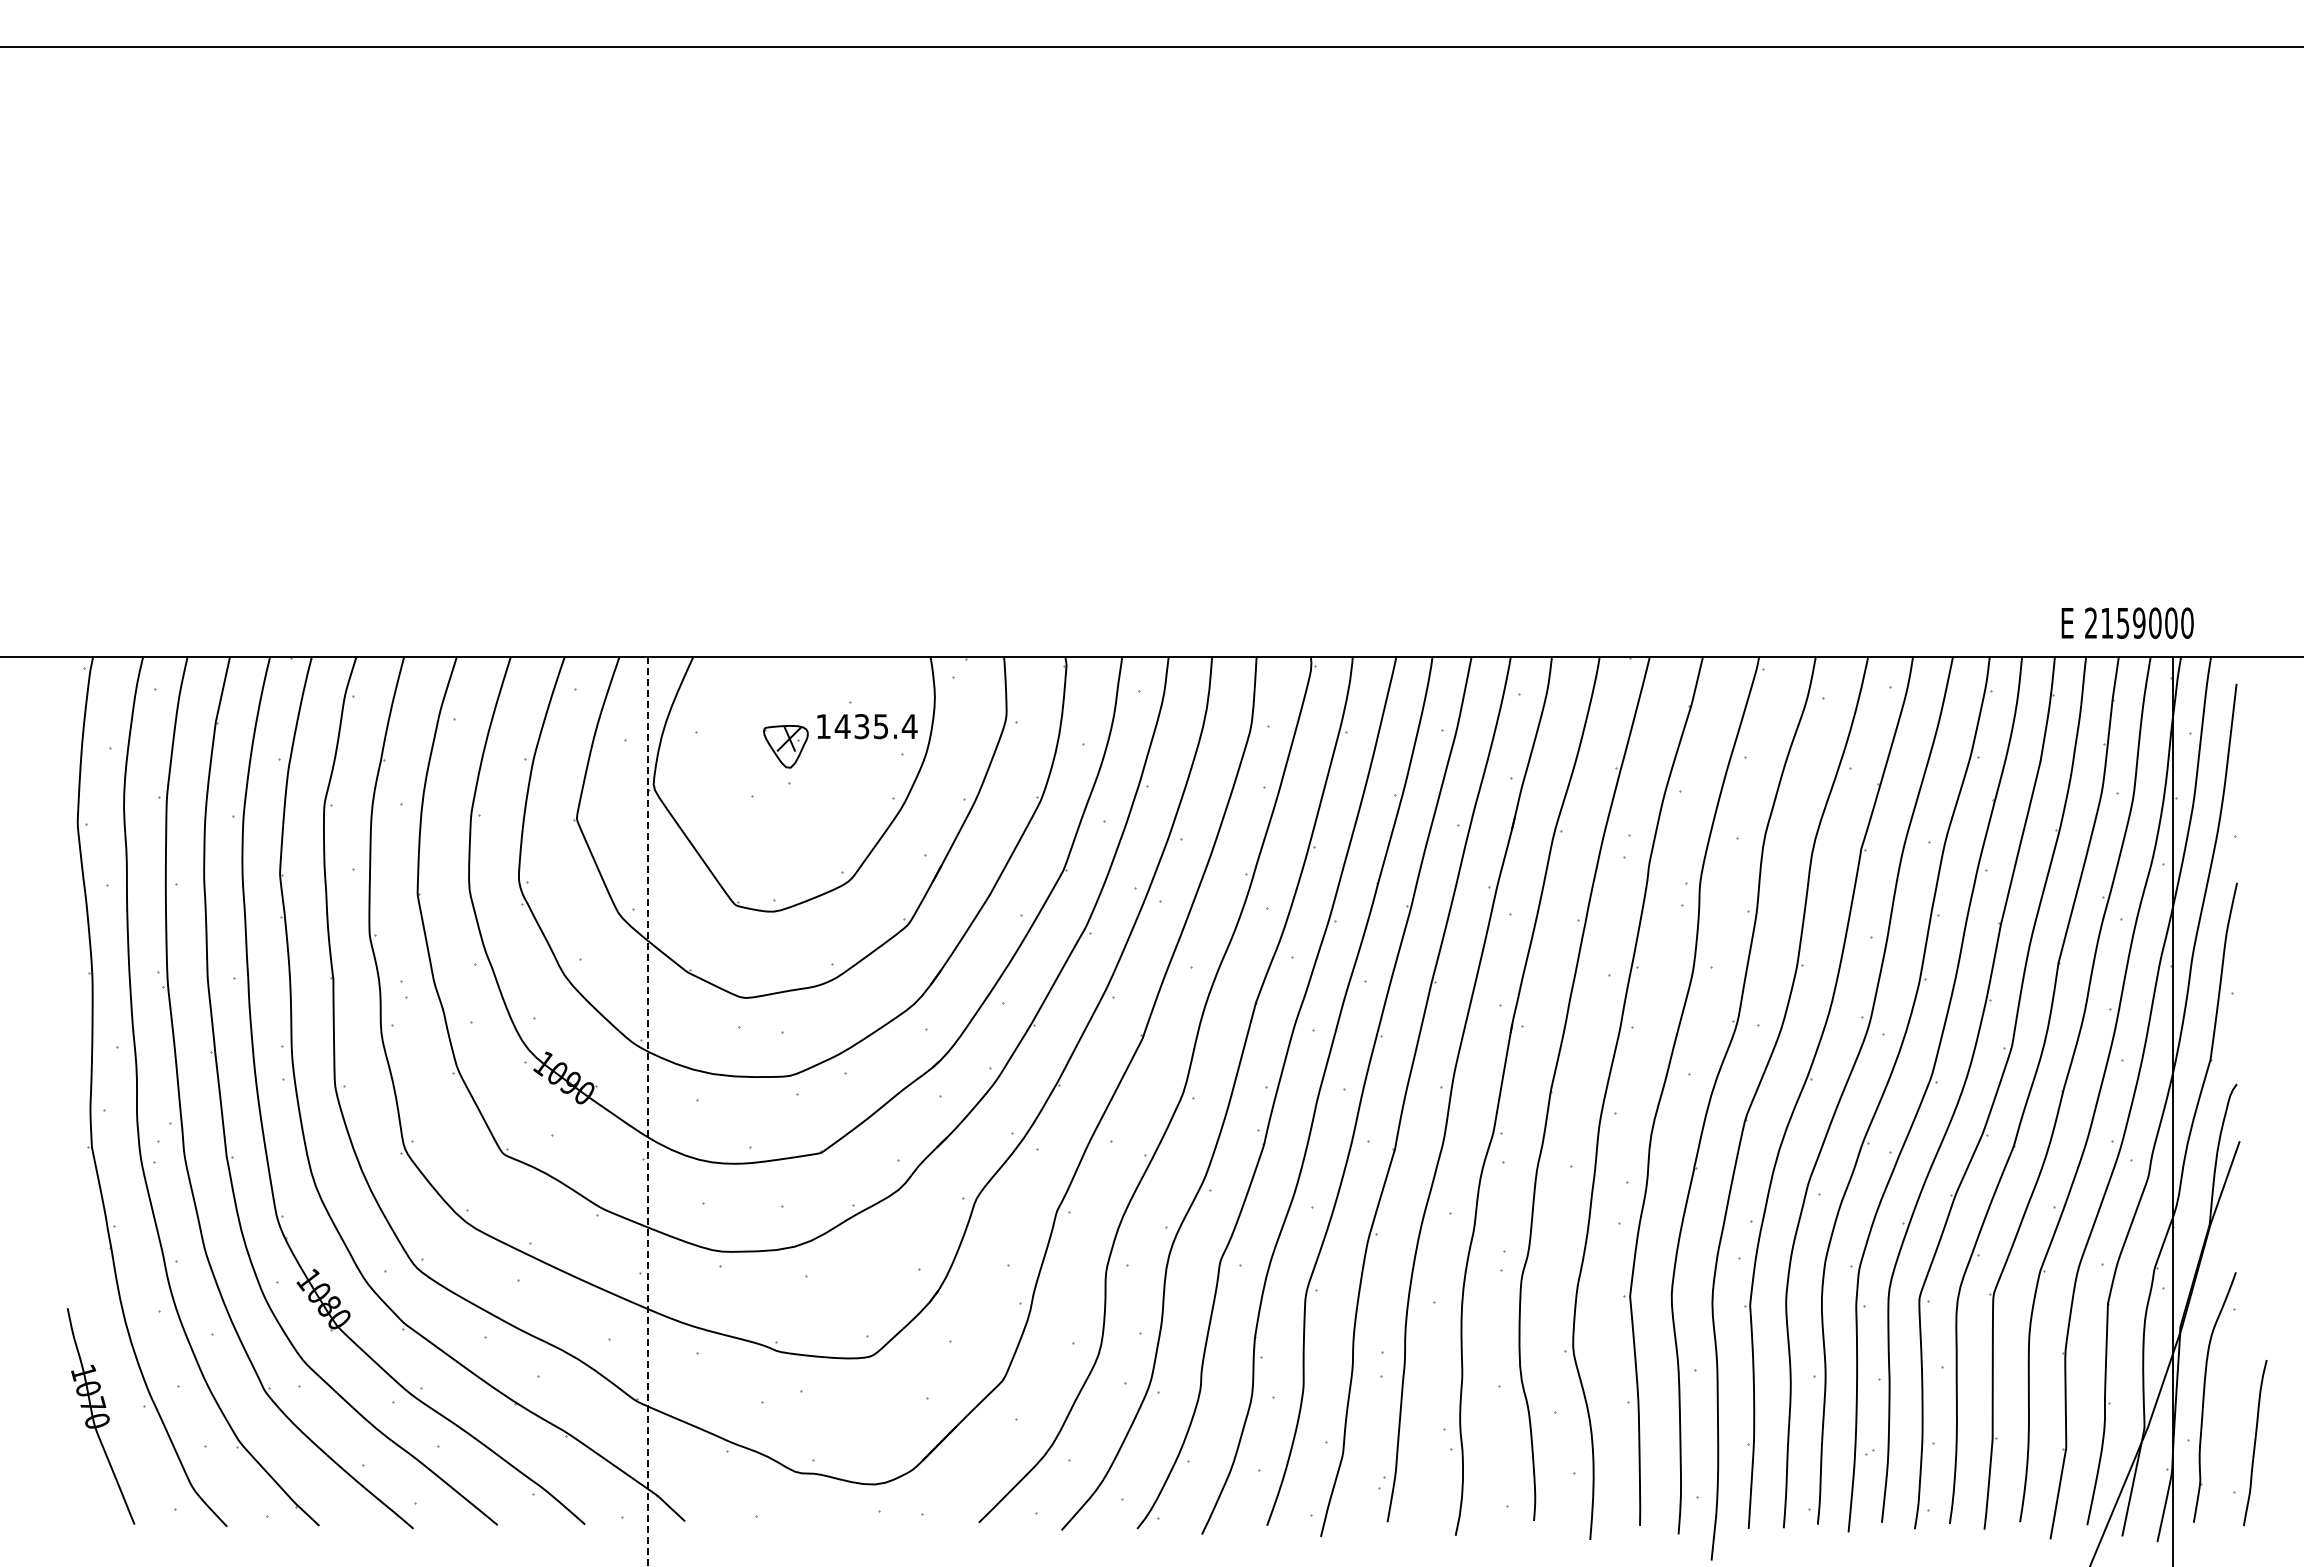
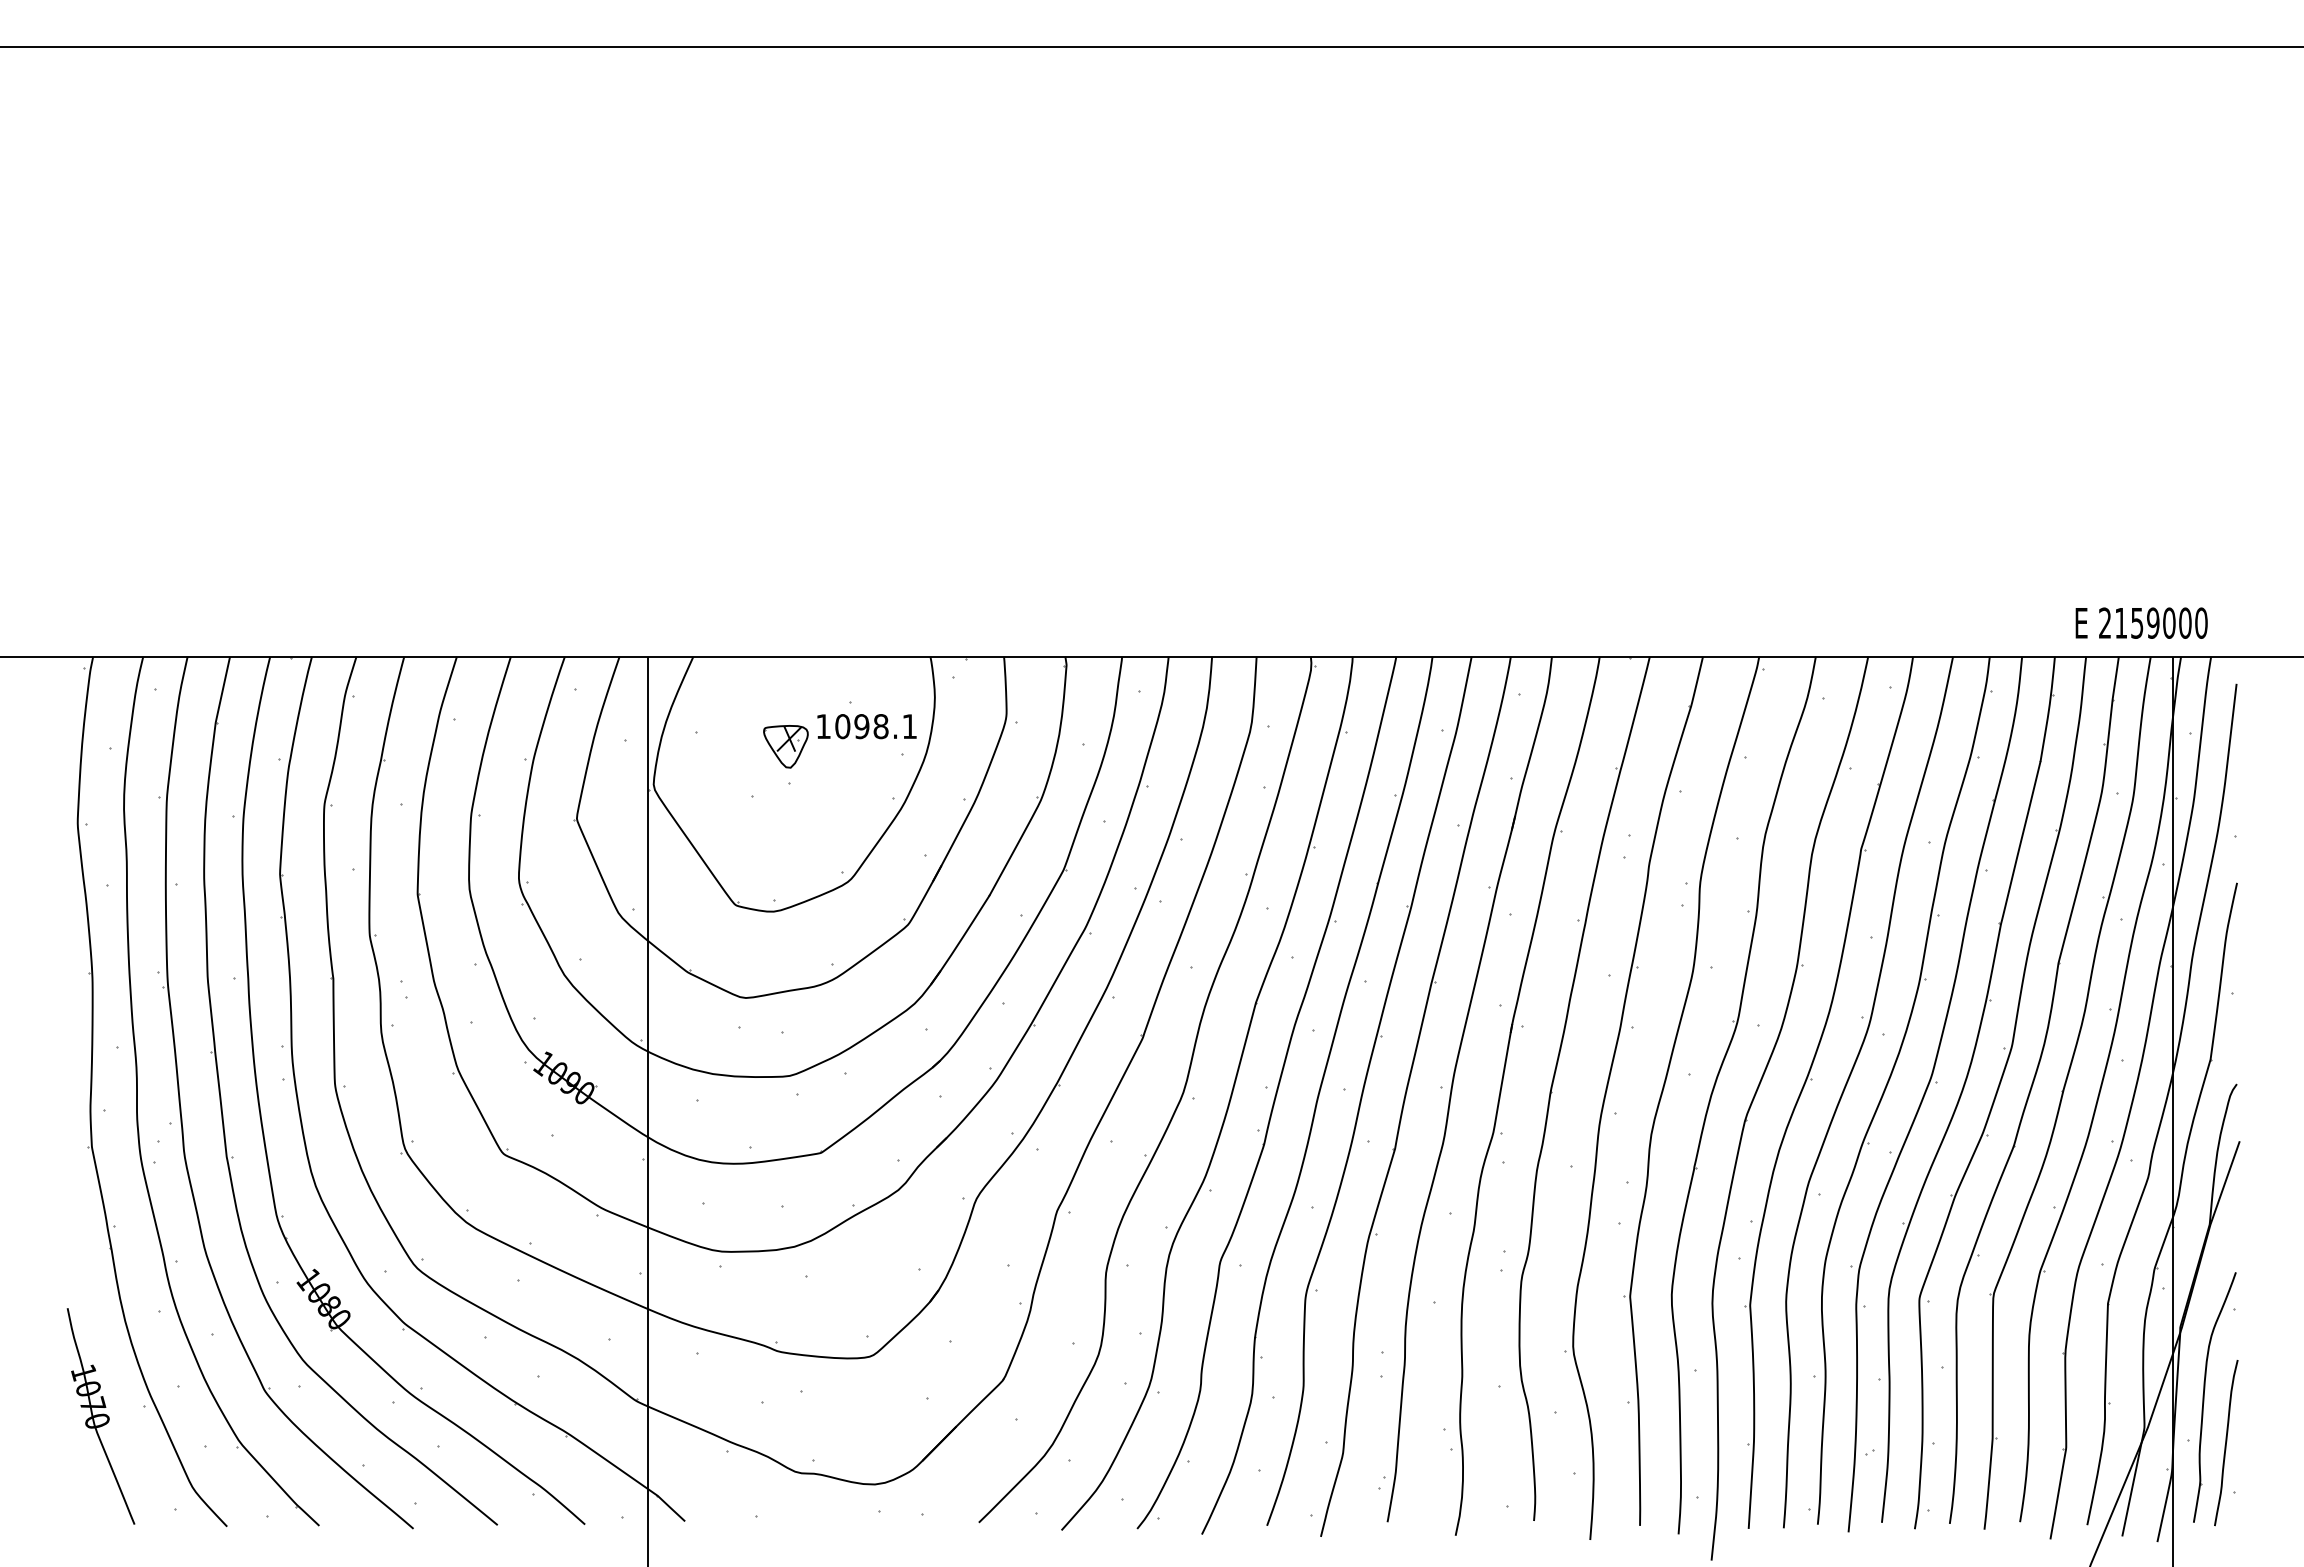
text at (2127, 622) position: (2127, 622) -> (2141, 622)
text at (875, 726): 1435.4 -> 1098.1
line at (647, 1111): dashed -> solid
curve at (2255, 1443) position: (2255, 1443) -> (2226, 1443)
